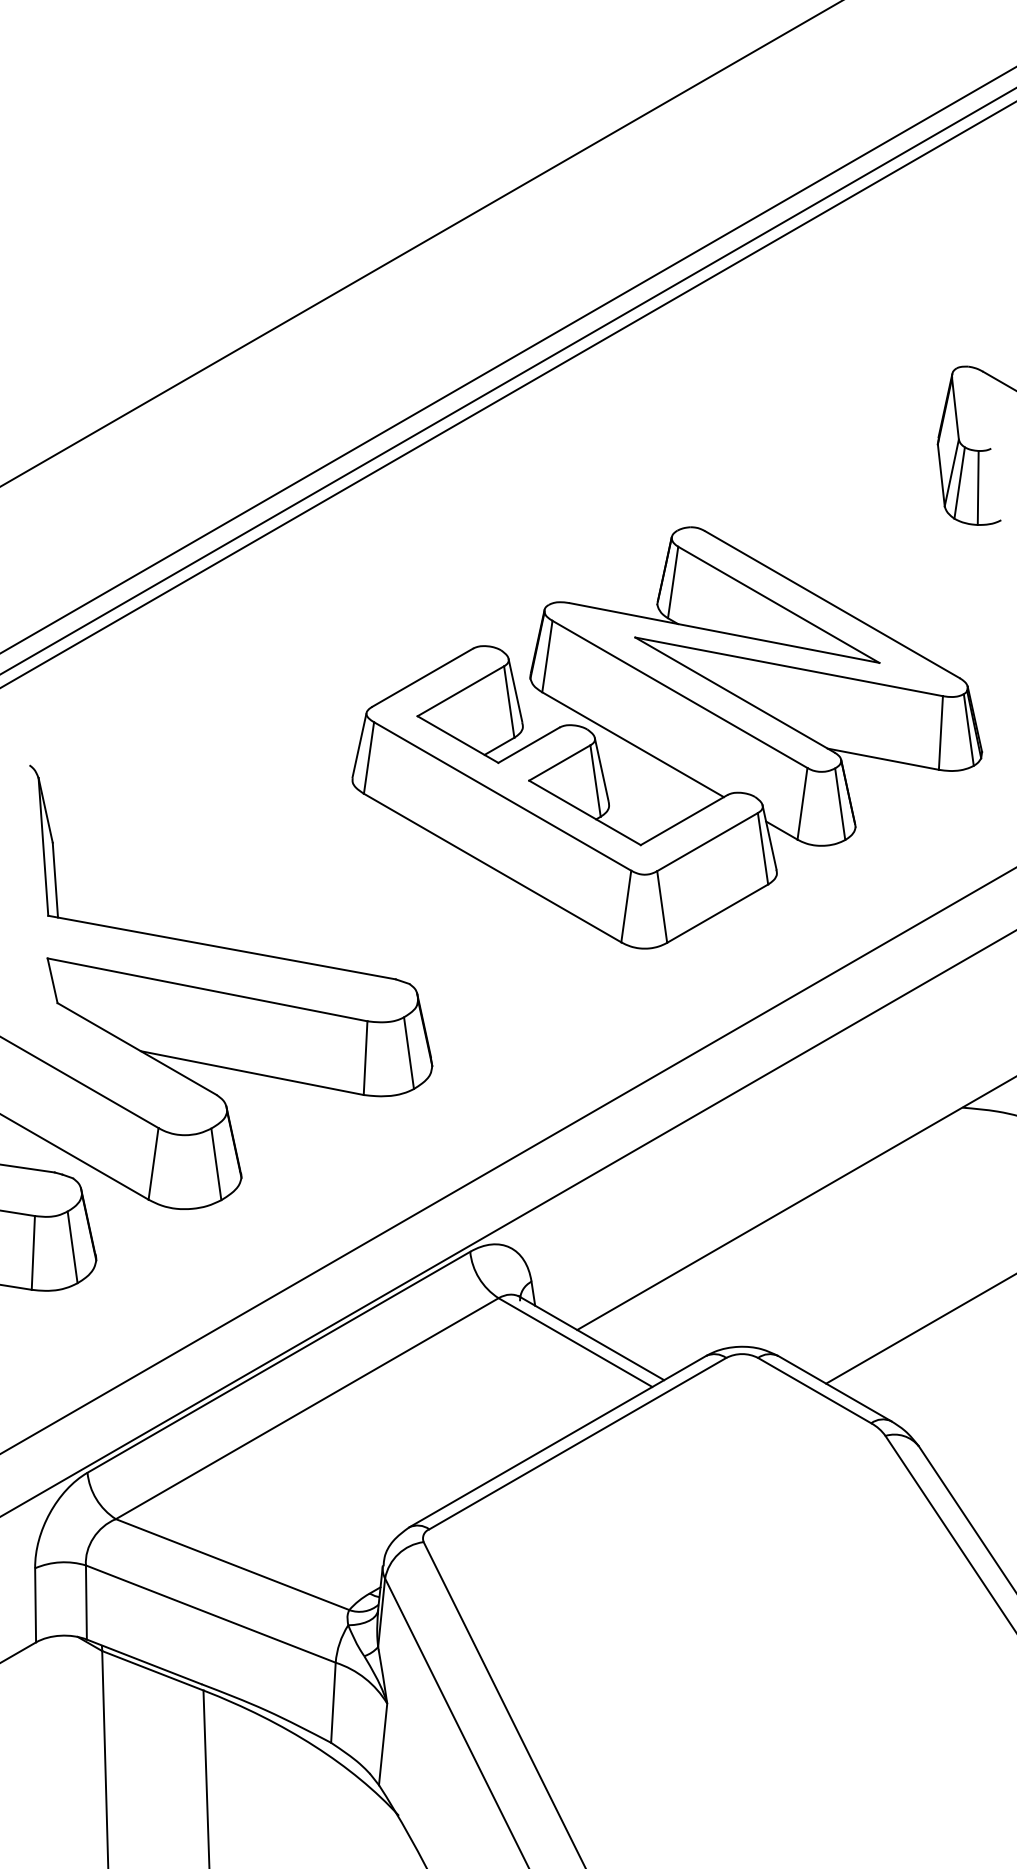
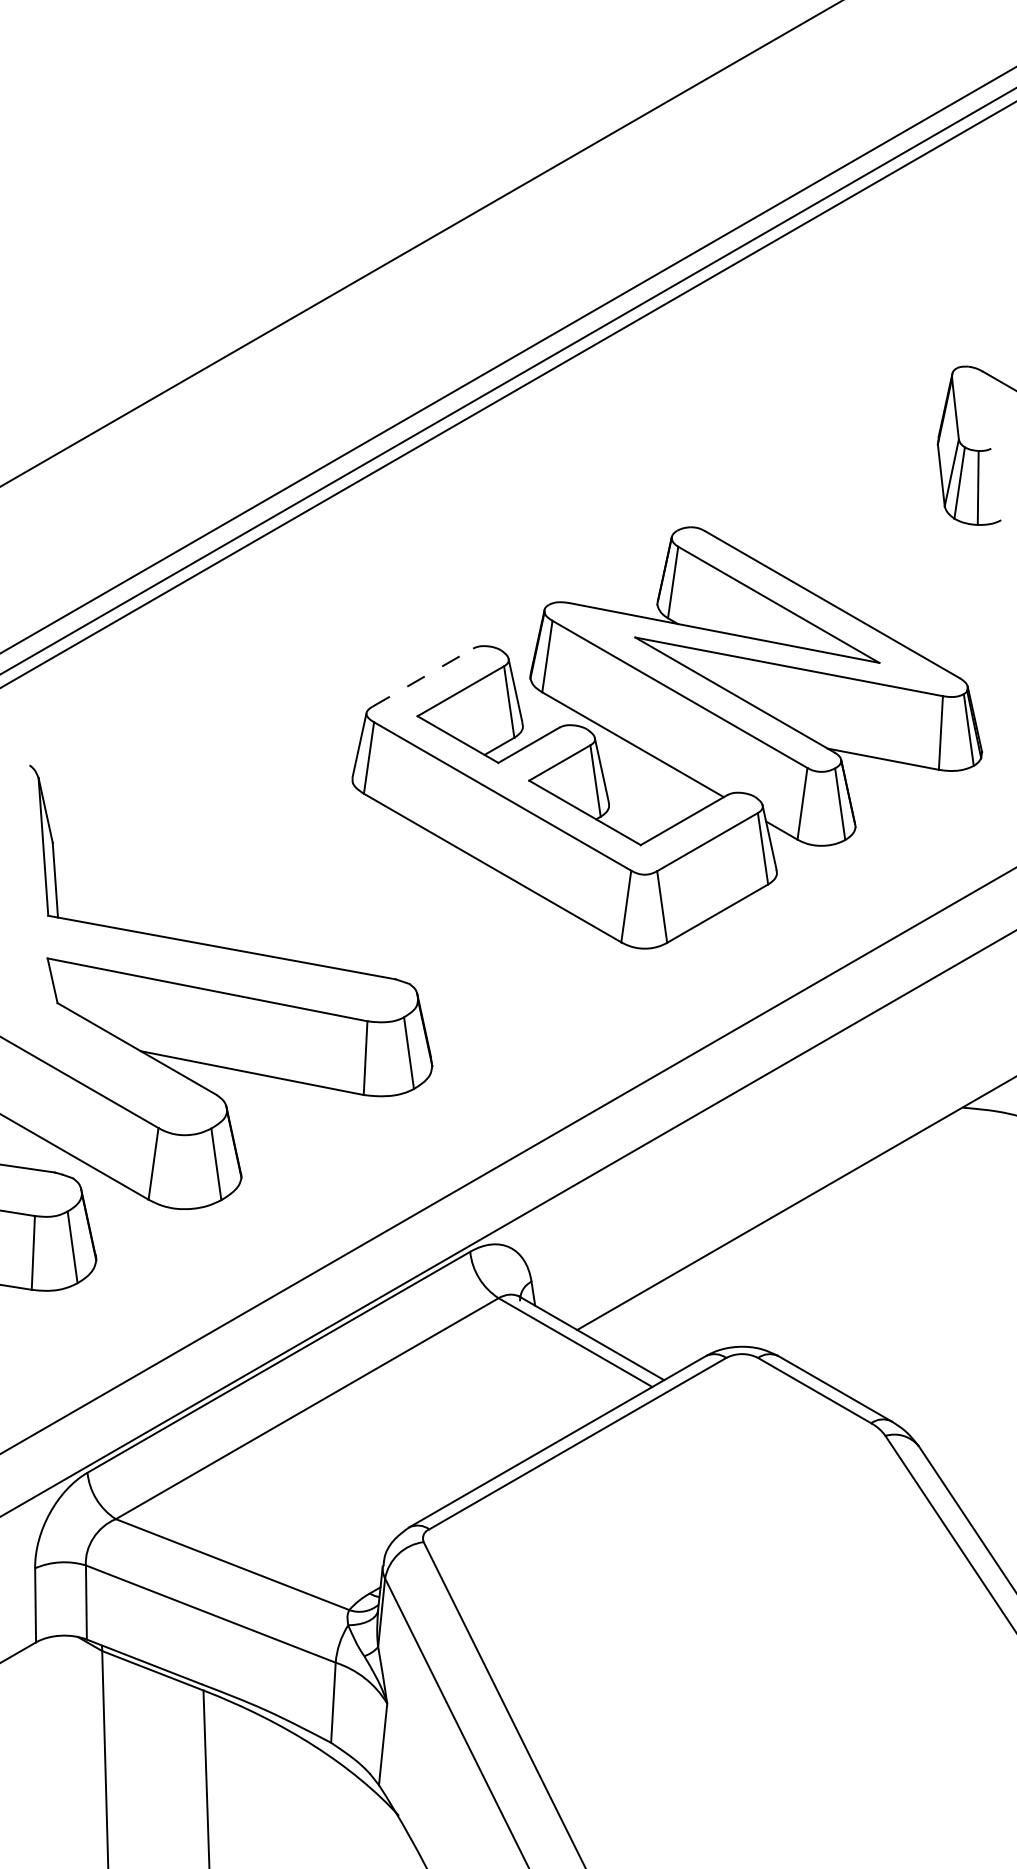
line at (423, 677): solid -> dashed
line at (919, 1329): present -> none
